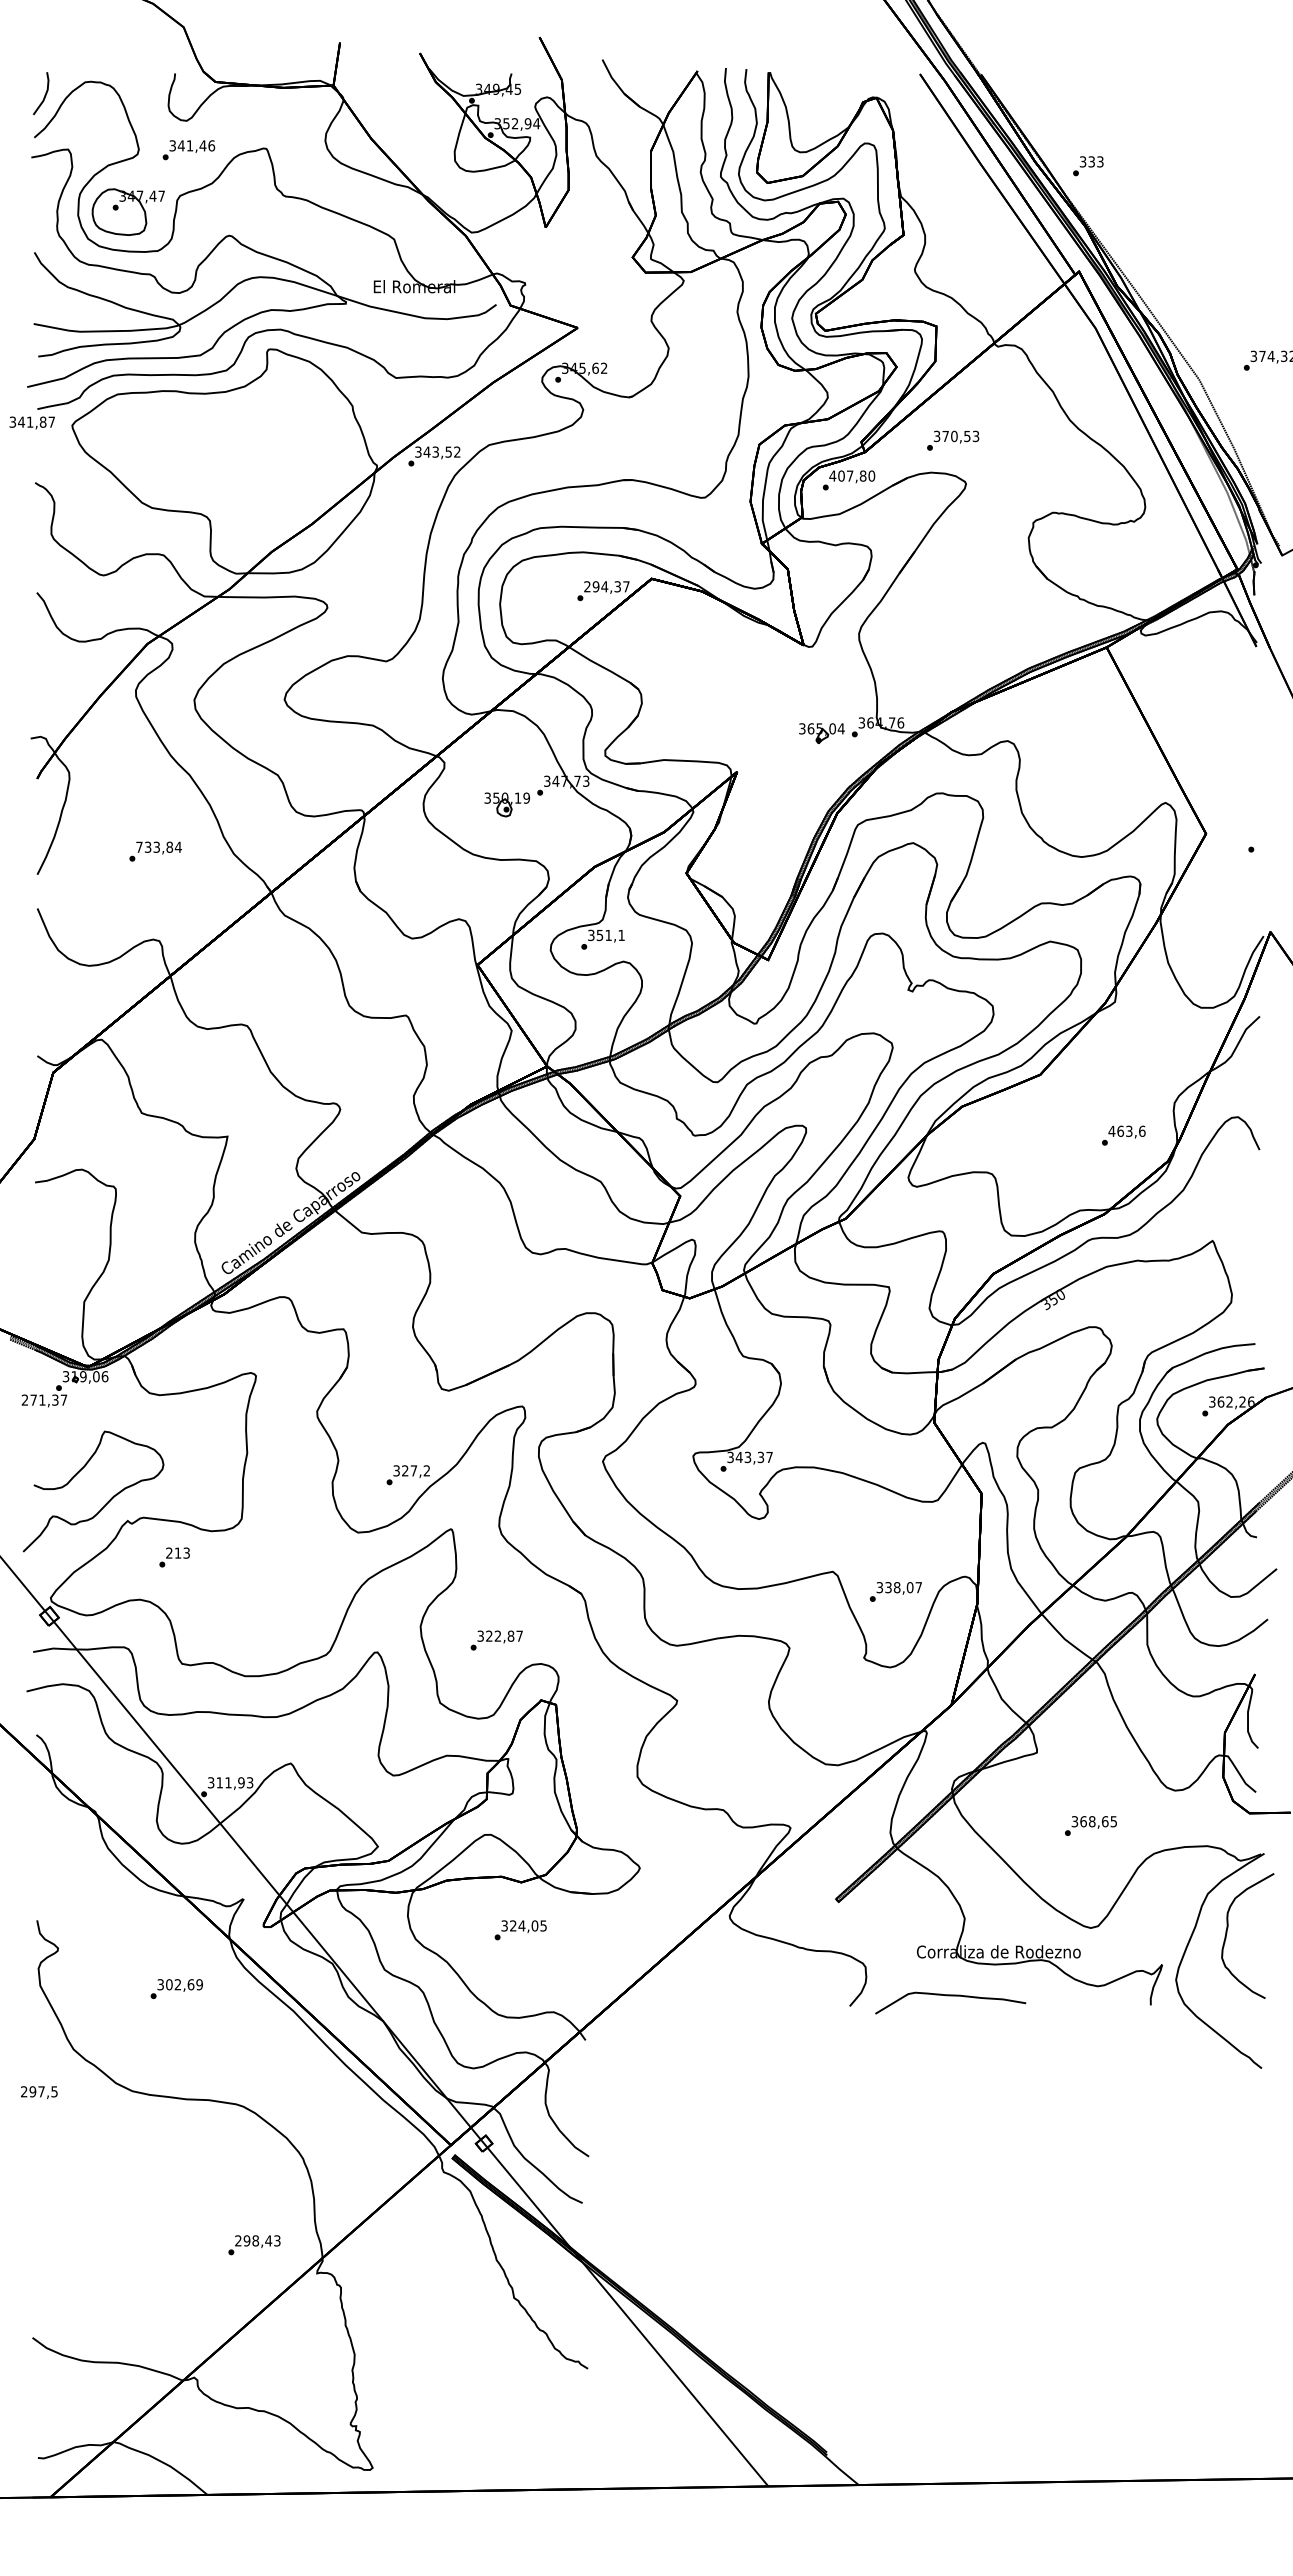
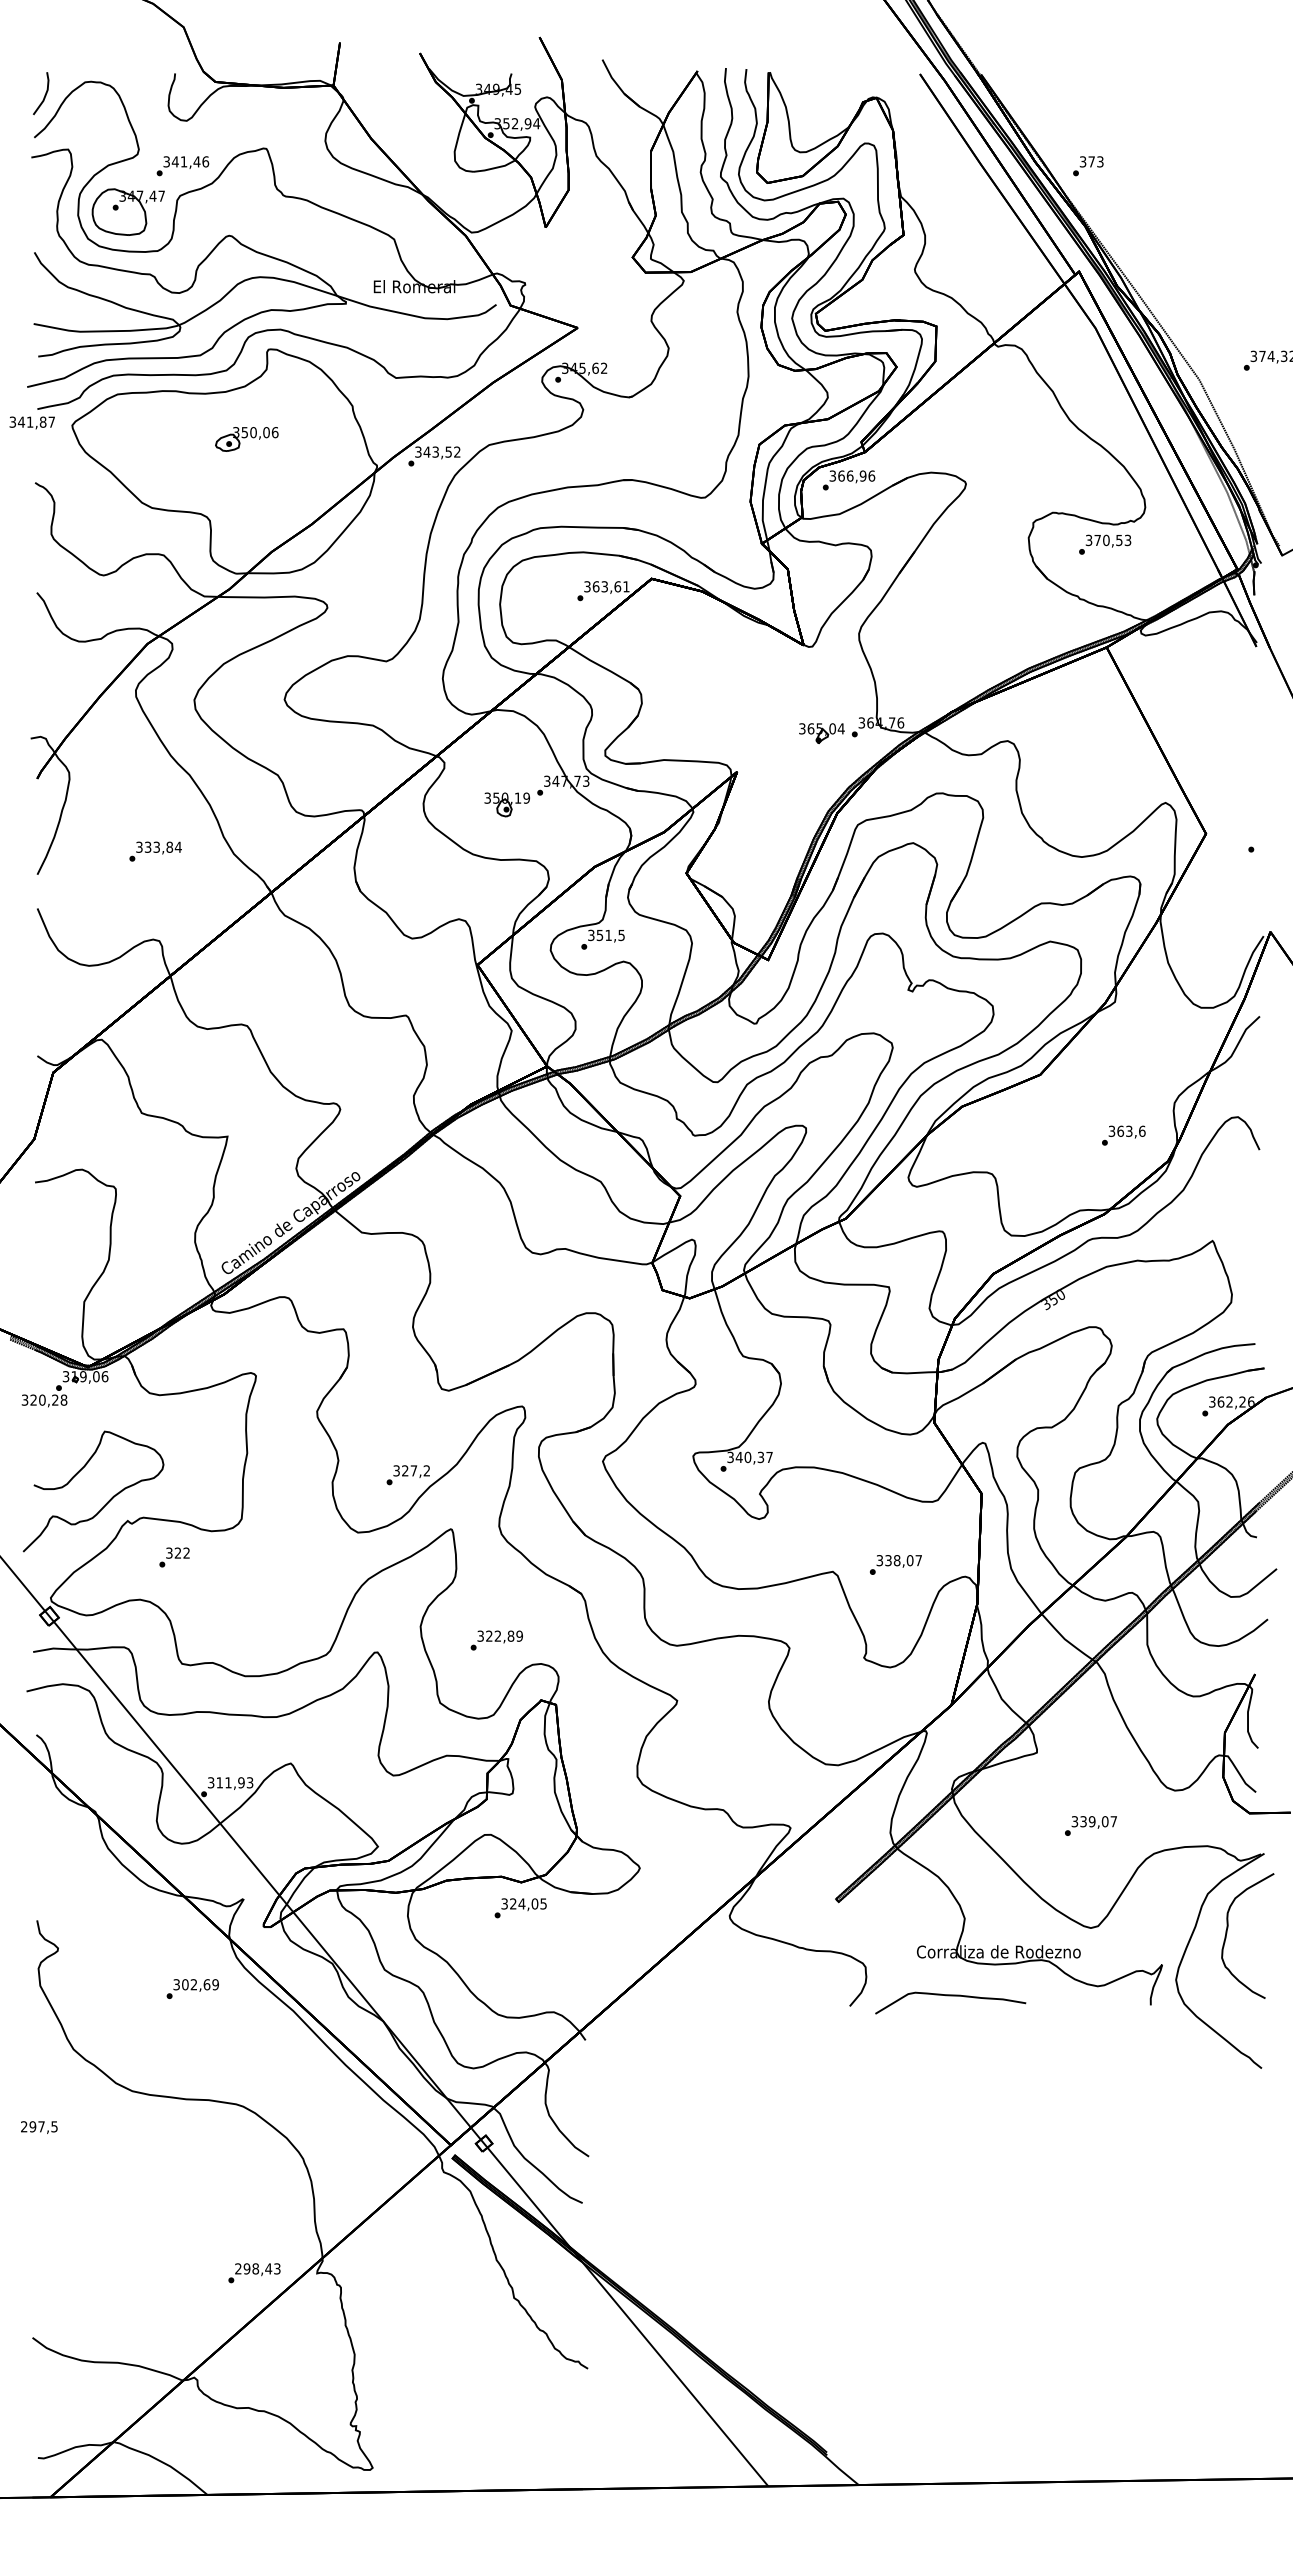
text at (188, 150) position: (188, 150) -> (182, 166)
text at (1091, 161): 333 -> 373
part at (246, 439): none -> present
text at (953, 440) position: (953, 440) -> (1105, 544)
text at (852, 475): 407,80 -> 366,96
text at (606, 586): 294,37 -> 363,61
text at (139, 846): 733,84 -> 333,84
text at (621, 935): 351,1 -> 351,5
text at (1111, 1130): 463,6 -> 363,6
text at (44, 1399): 271,37 -> 320,28
text at (747, 1457): 343,37 -> 340,37
text at (177, 1552): 213 -> 322
text at (895, 1591) position: (895, 1591) -> (895, 1564)
text at (519, 1635): 322,87 -> 322,89
text at (1098, 1821): 368,65 -> 339,07
text at (520, 1930) position: (520, 1930) -> (520, 1908)
text at (176, 1988) position: (176, 1988) -> (192, 1988)
text at (39, 2092) position: (39, 2092) -> (39, 2127)
text at (254, 2245) position: (254, 2245) -> (254, 2273)
